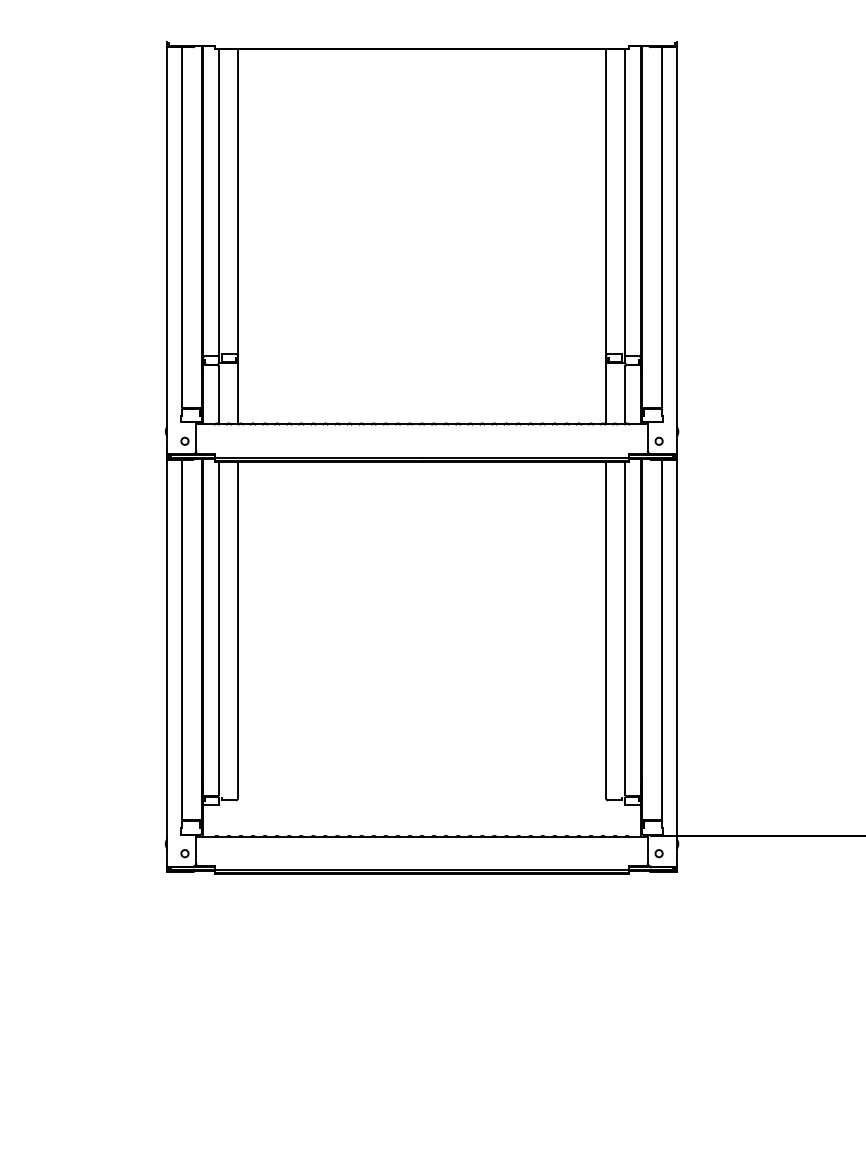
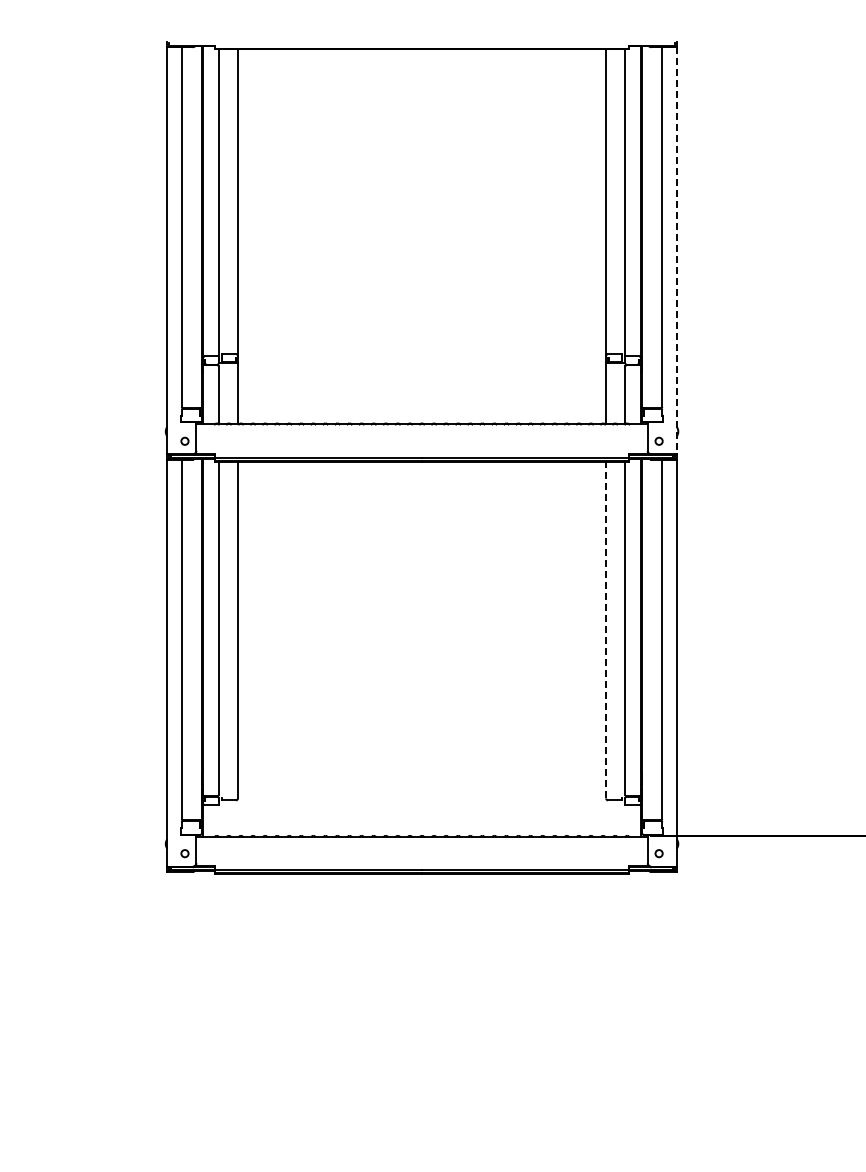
line at (676, 250): solid -> dashed
line at (606, 629): solid -> dashed
